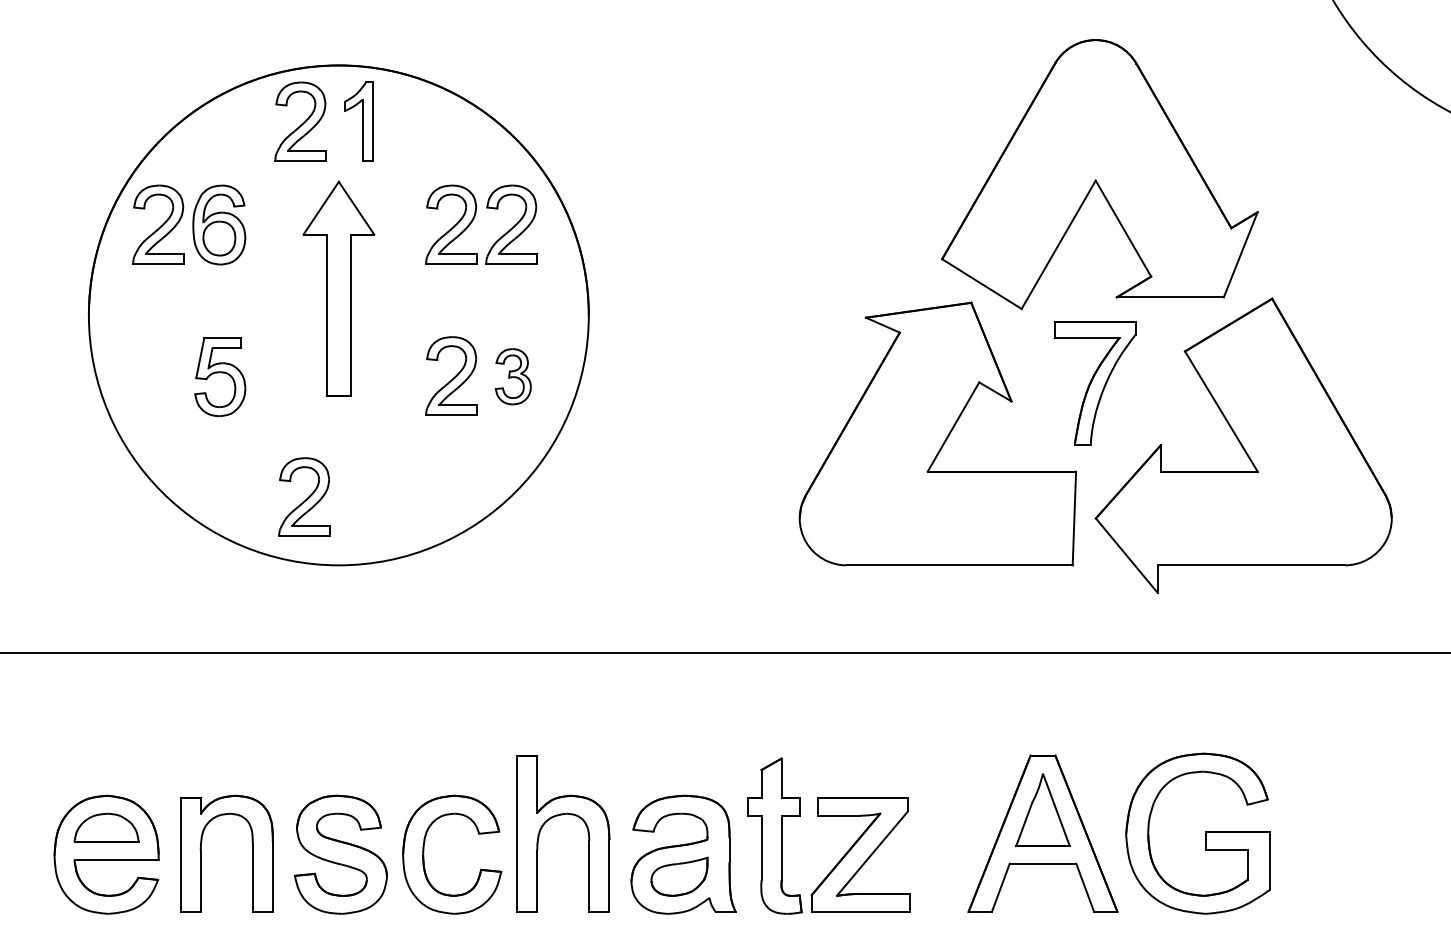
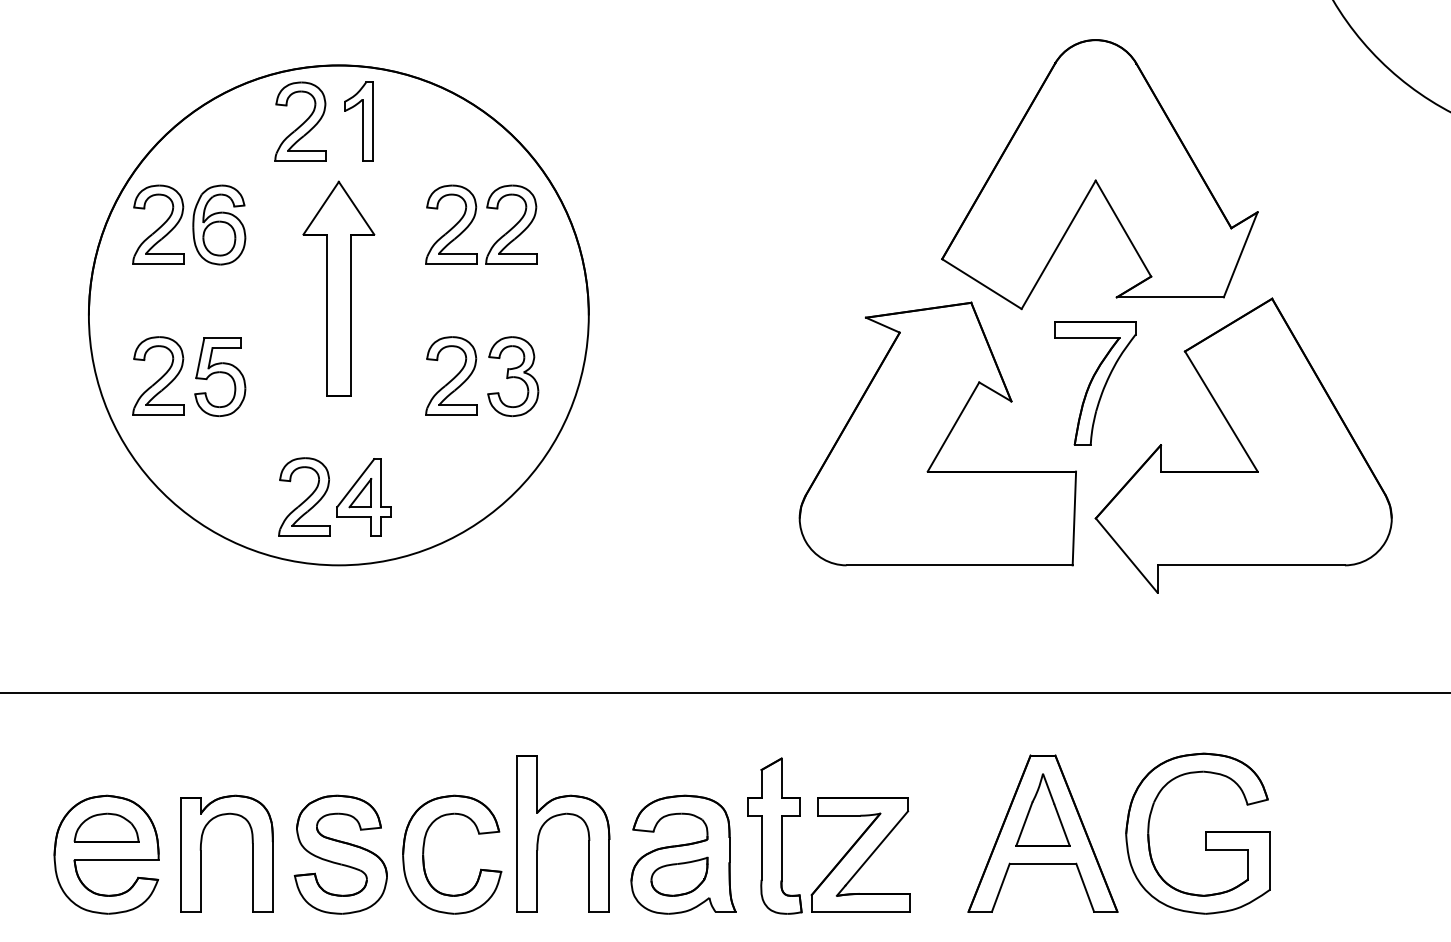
part at (158, 375): none -> present
part at (512, 376) size: 38x58 px -> 53x82 px
part at (363, 497): none -> present
line at (724, 653) position: (724, 653) -> (724, 693)
